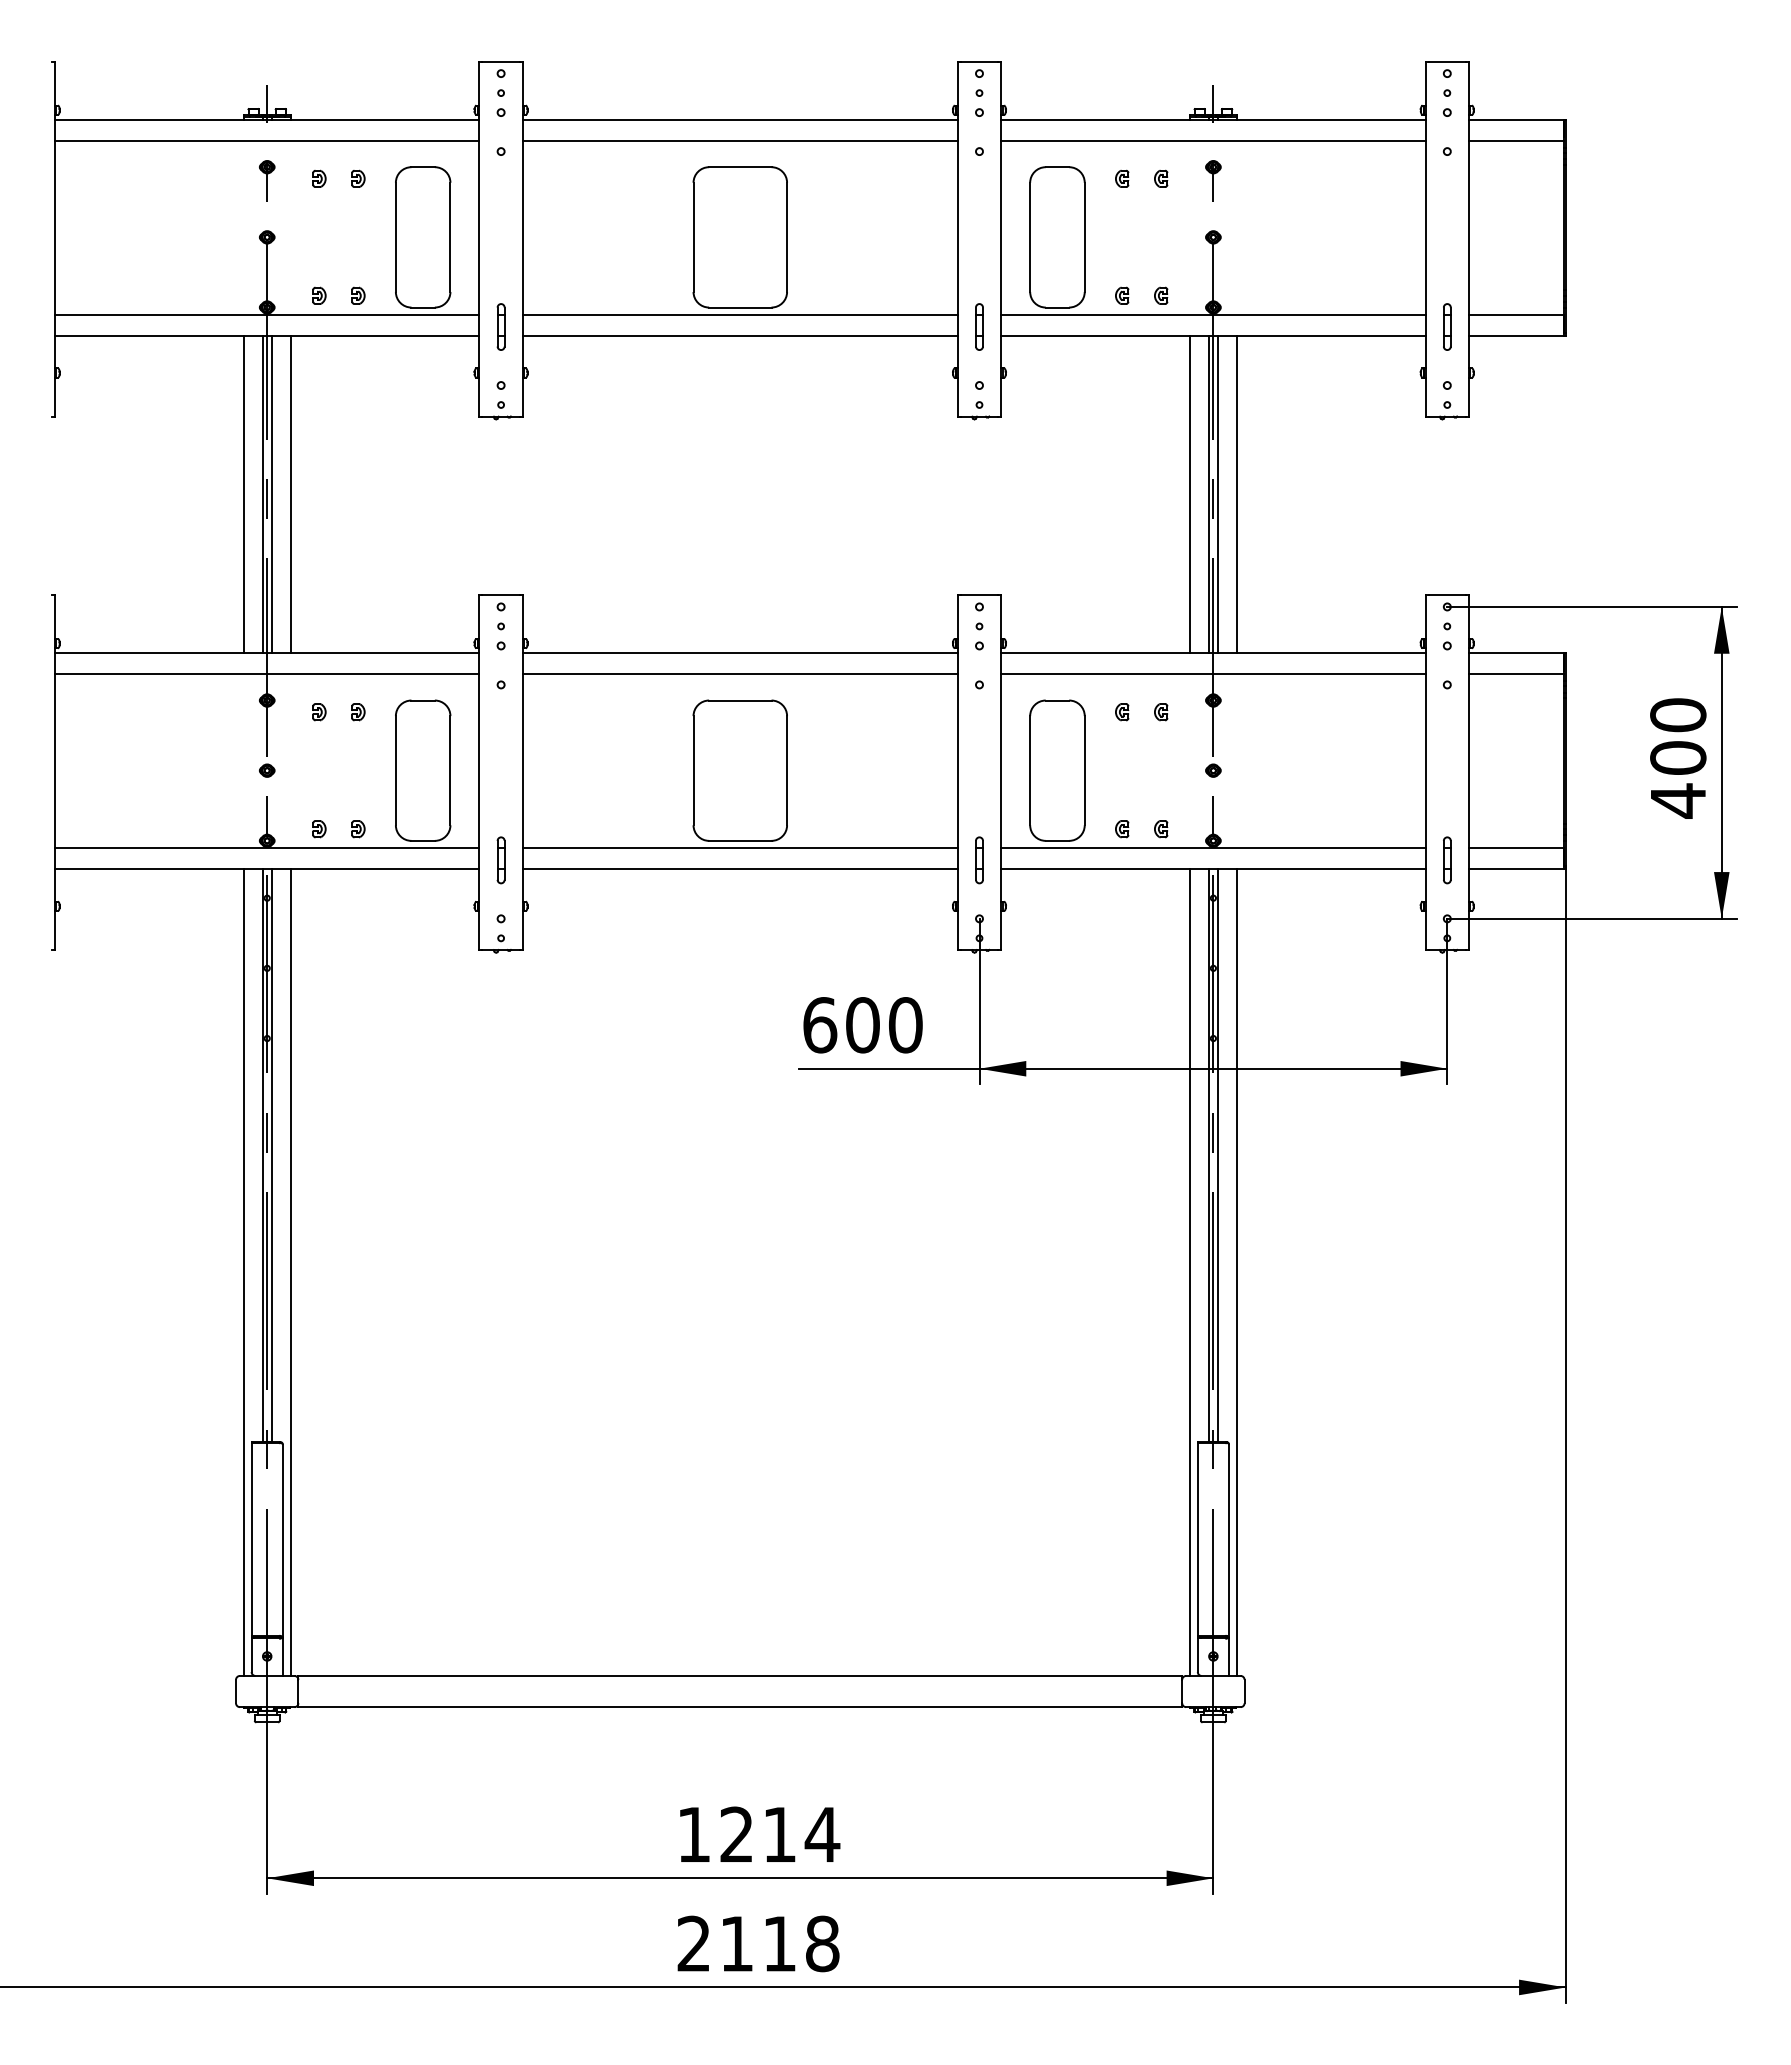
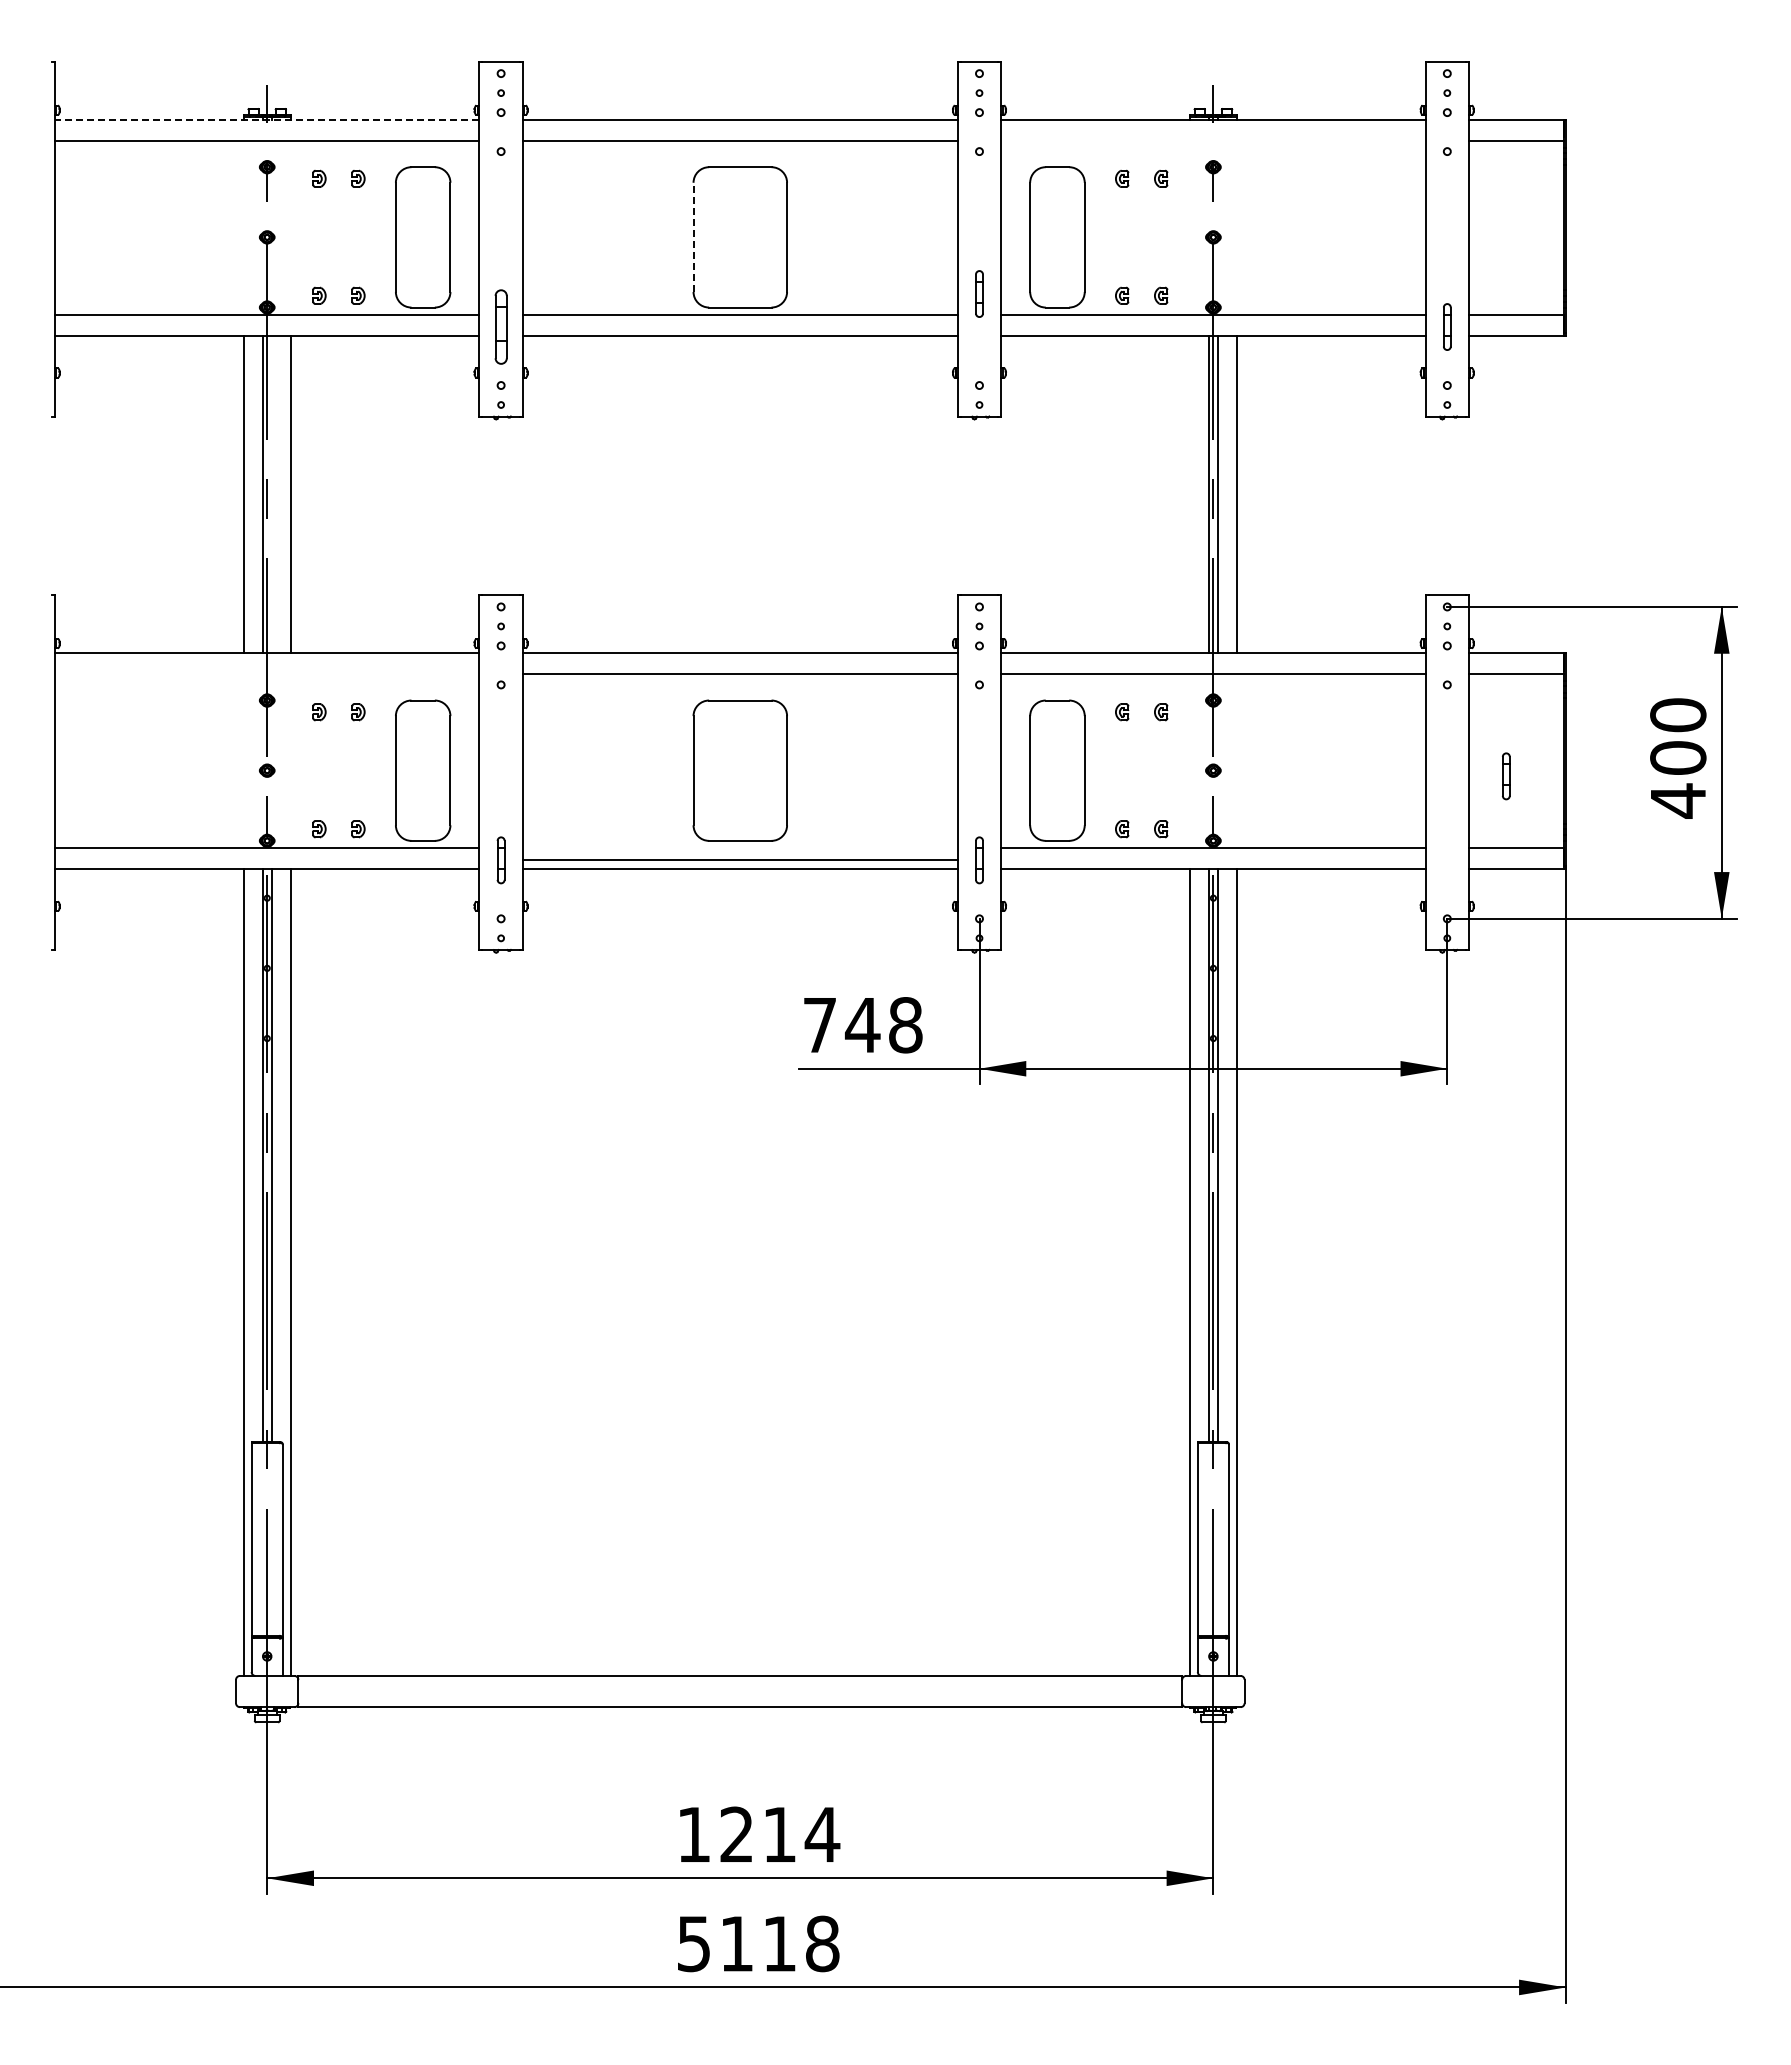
line at (266, 119): solid -> dashed
line at (1213, 140): present -> none
line at (693, 237): solid -> dashed
part at (500, 326) size: 10x48 px -> 14x76 px
part at (979, 326) position: (979, 326) -> (979, 293)
line at (271, 493): present -> none
line at (1190, 493): present -> none
line at (267, 674): present -> none
line at (739, 847) position: (739, 847) -> (739, 859)
part at (1447, 860) position: (1447, 860) -> (1506, 776)
text at (862, 1025): 600 -> 748
text at (693, 1943): 2118 -> 5118
